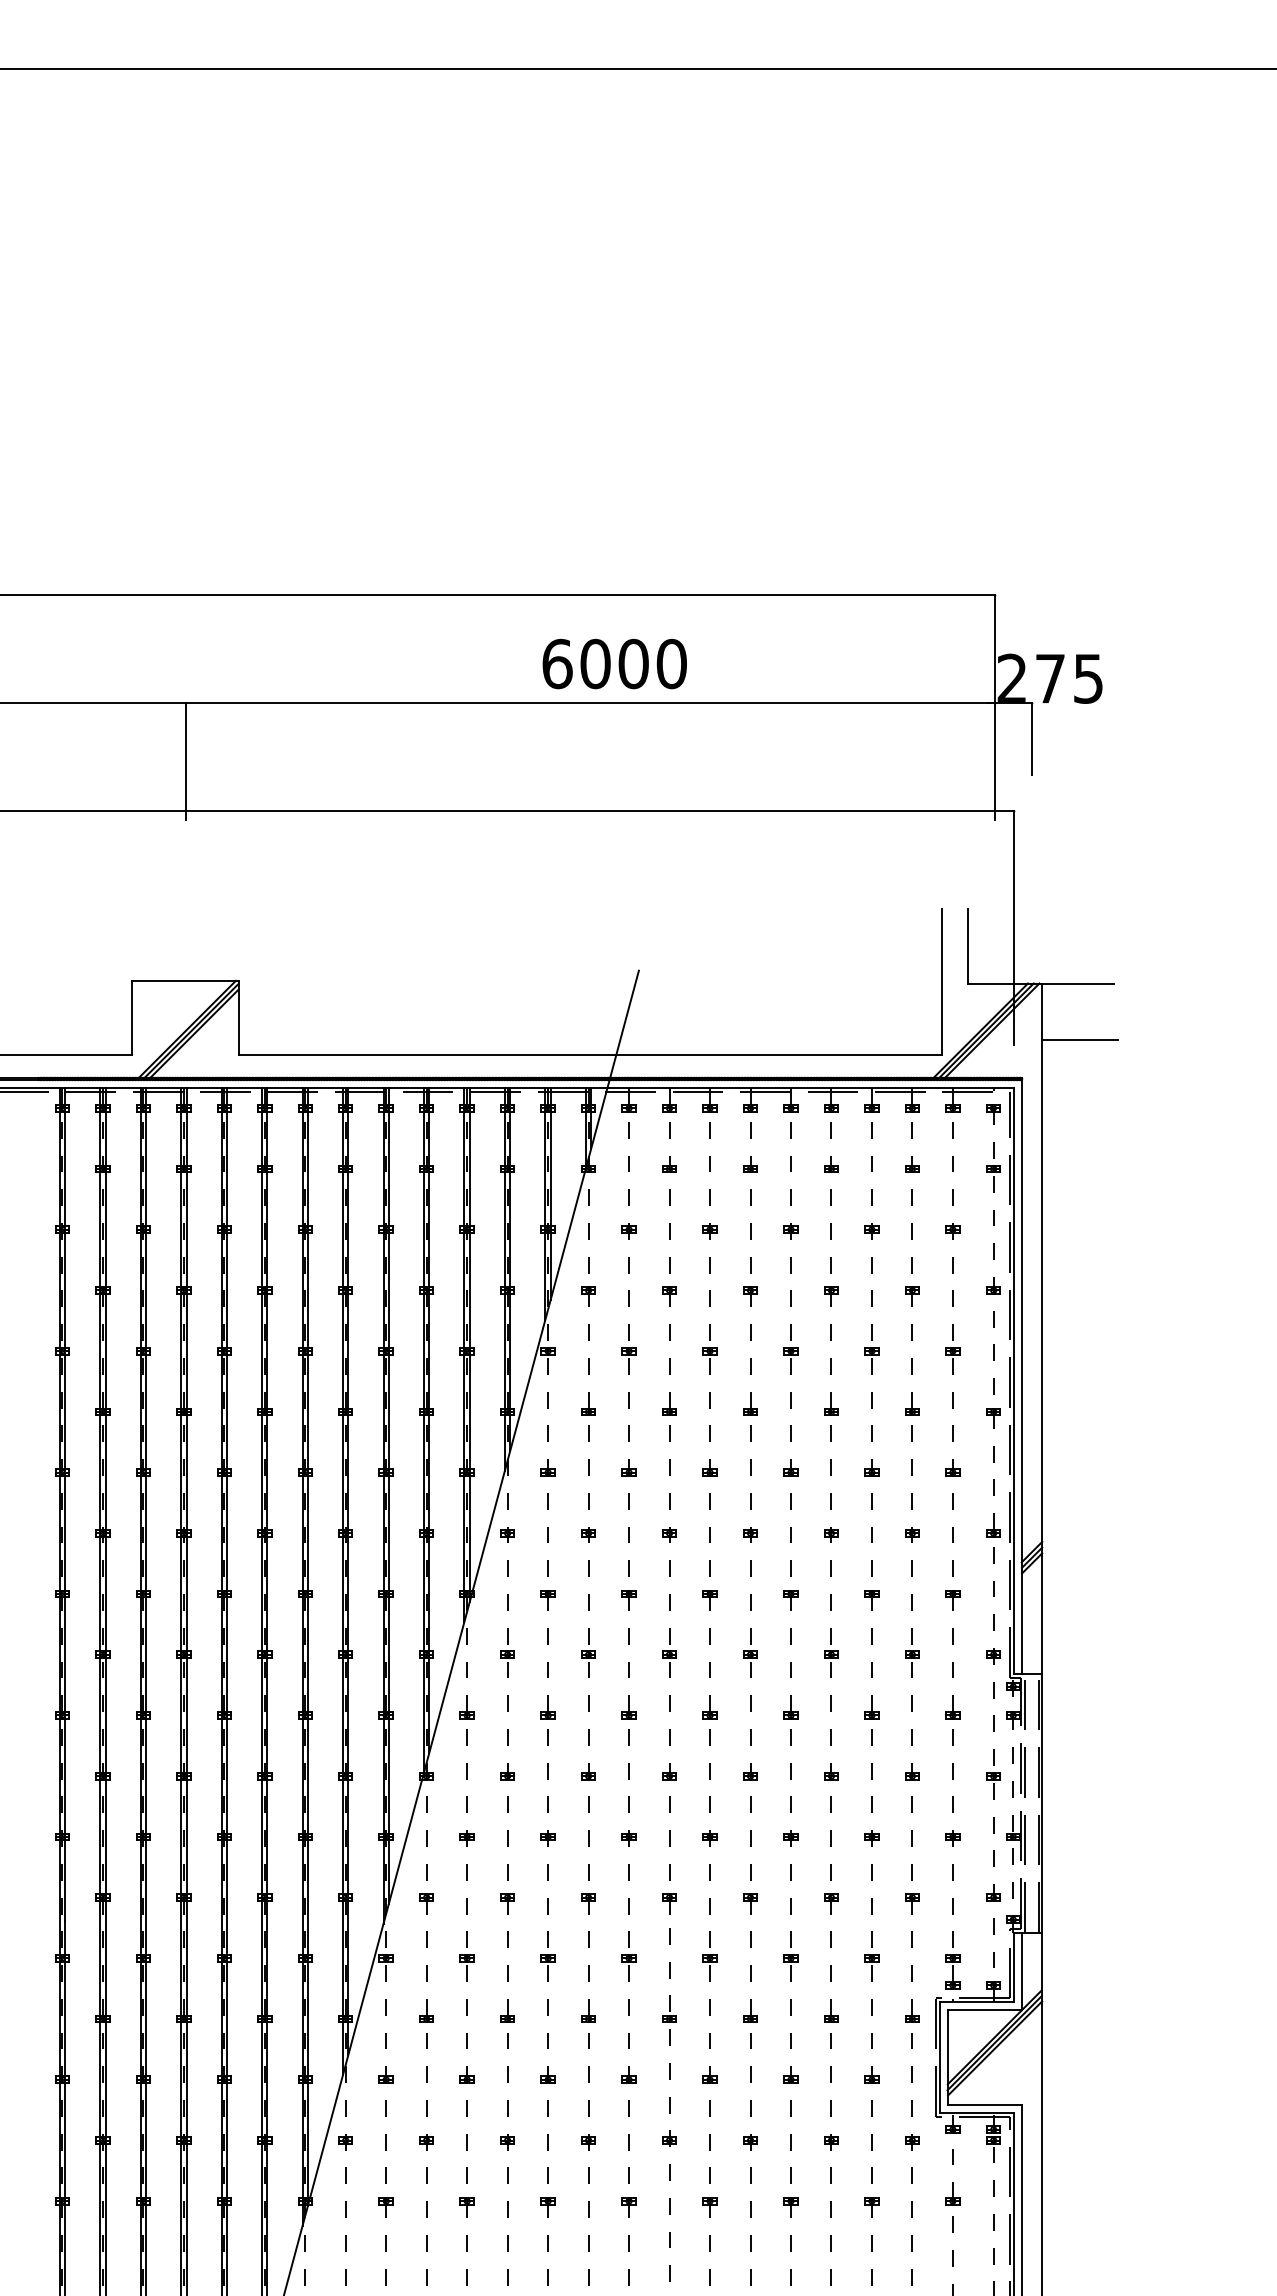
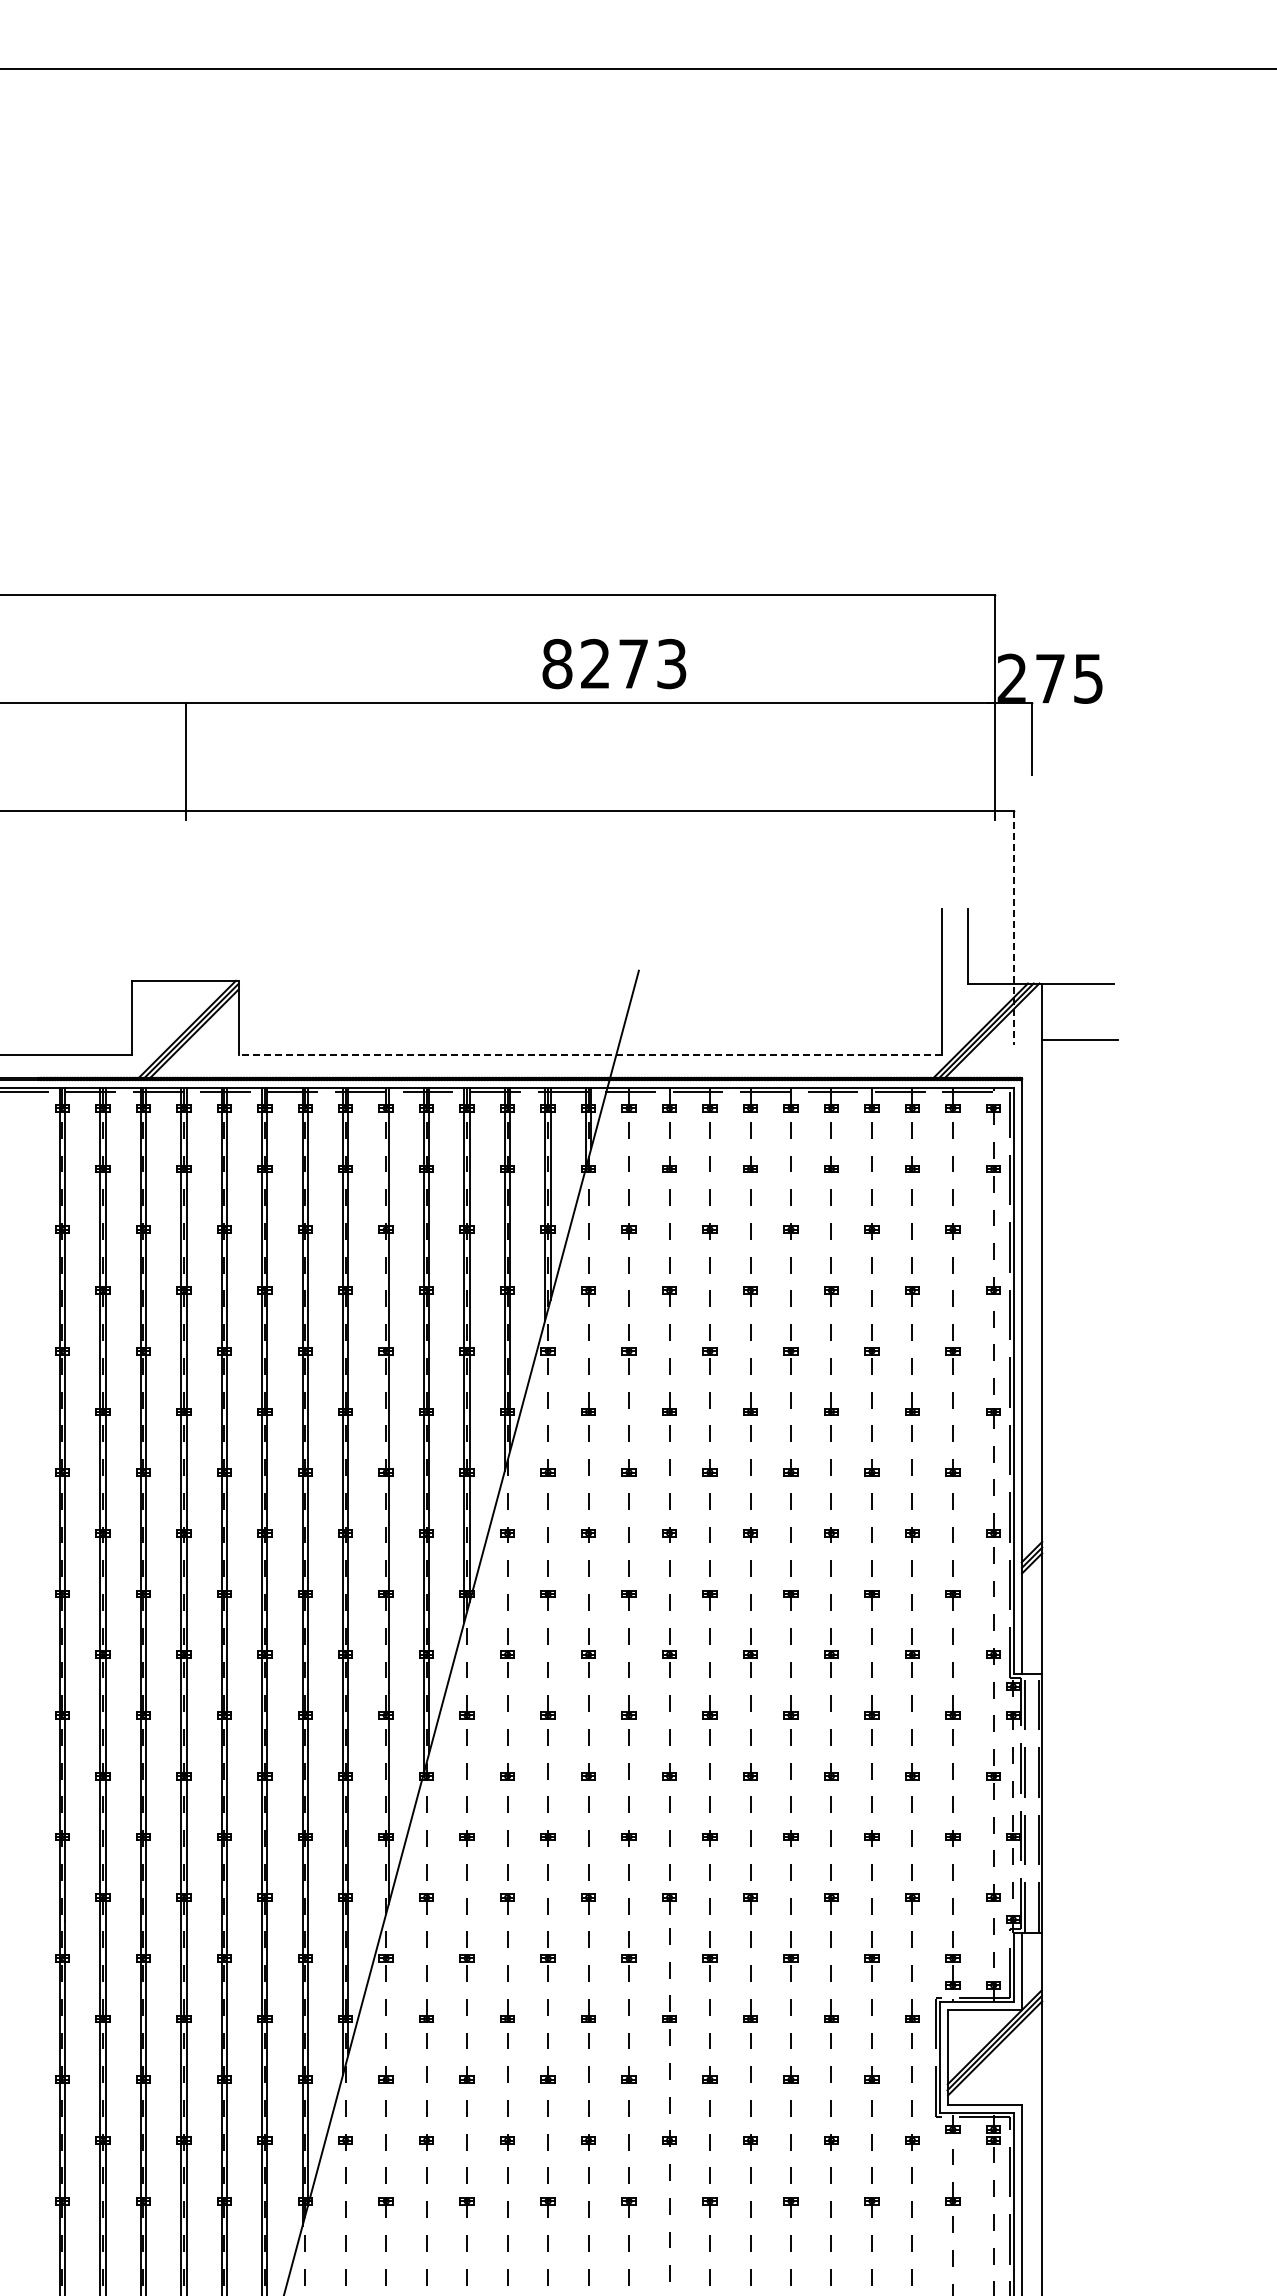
text at (614, 663): 6000 -> 8273
line at (1013, 927): solid -> dashed
line at (589, 1055): solid -> dashed
line at (383, 1505): present -> none
